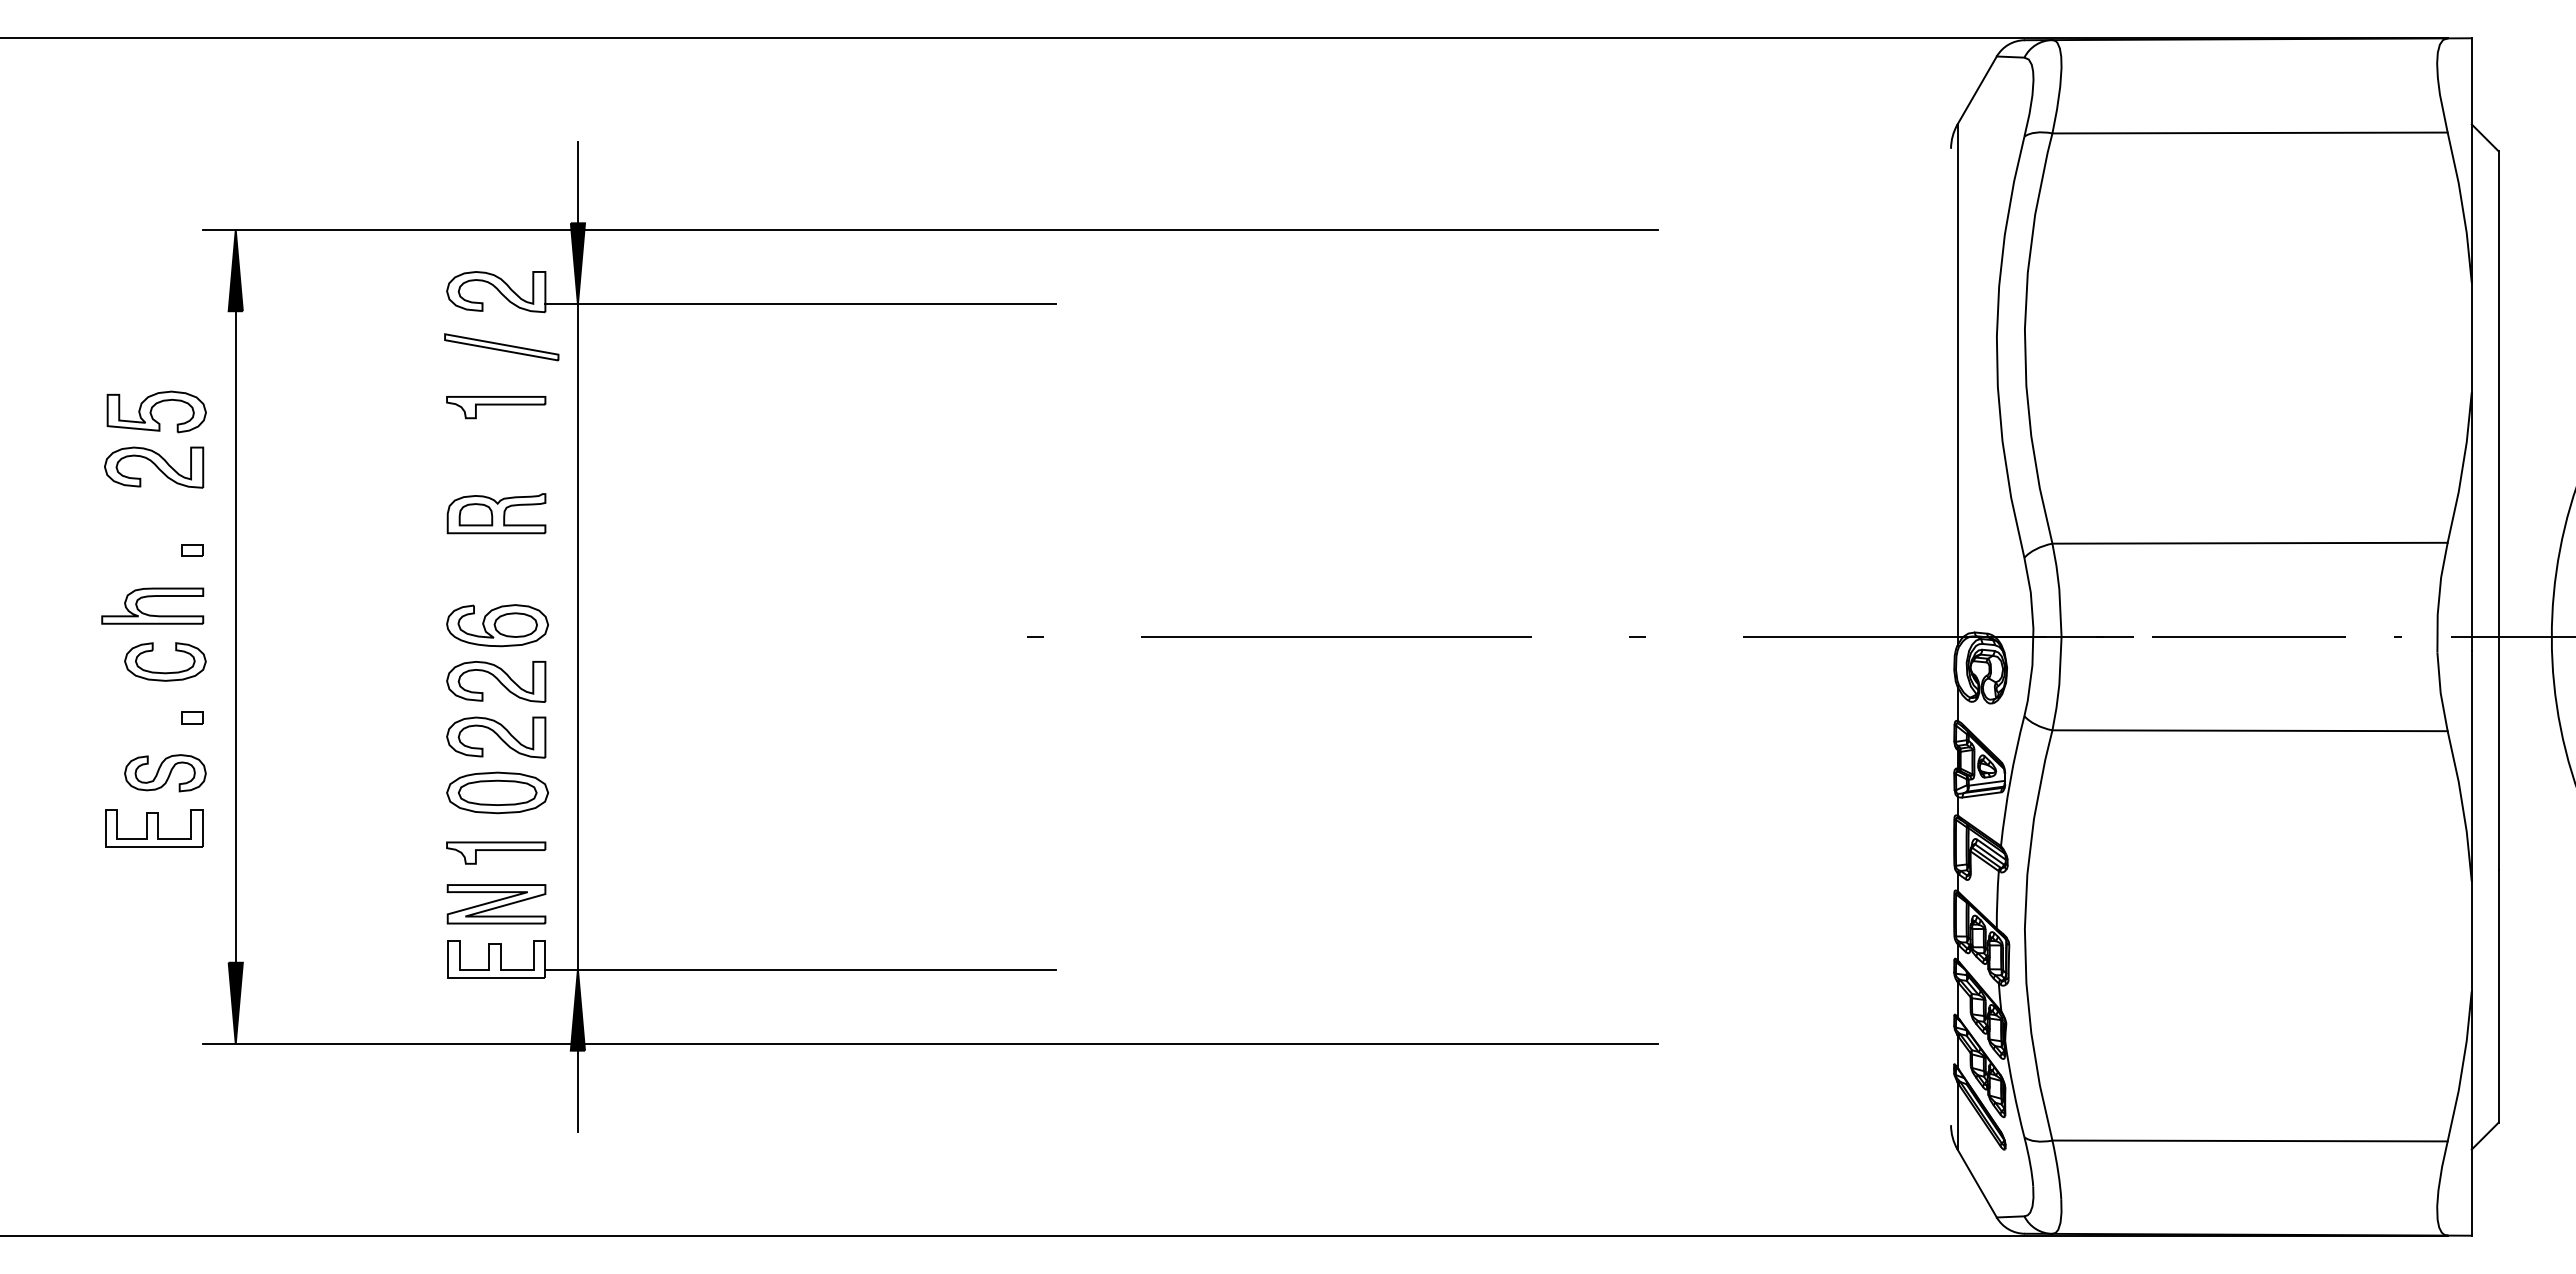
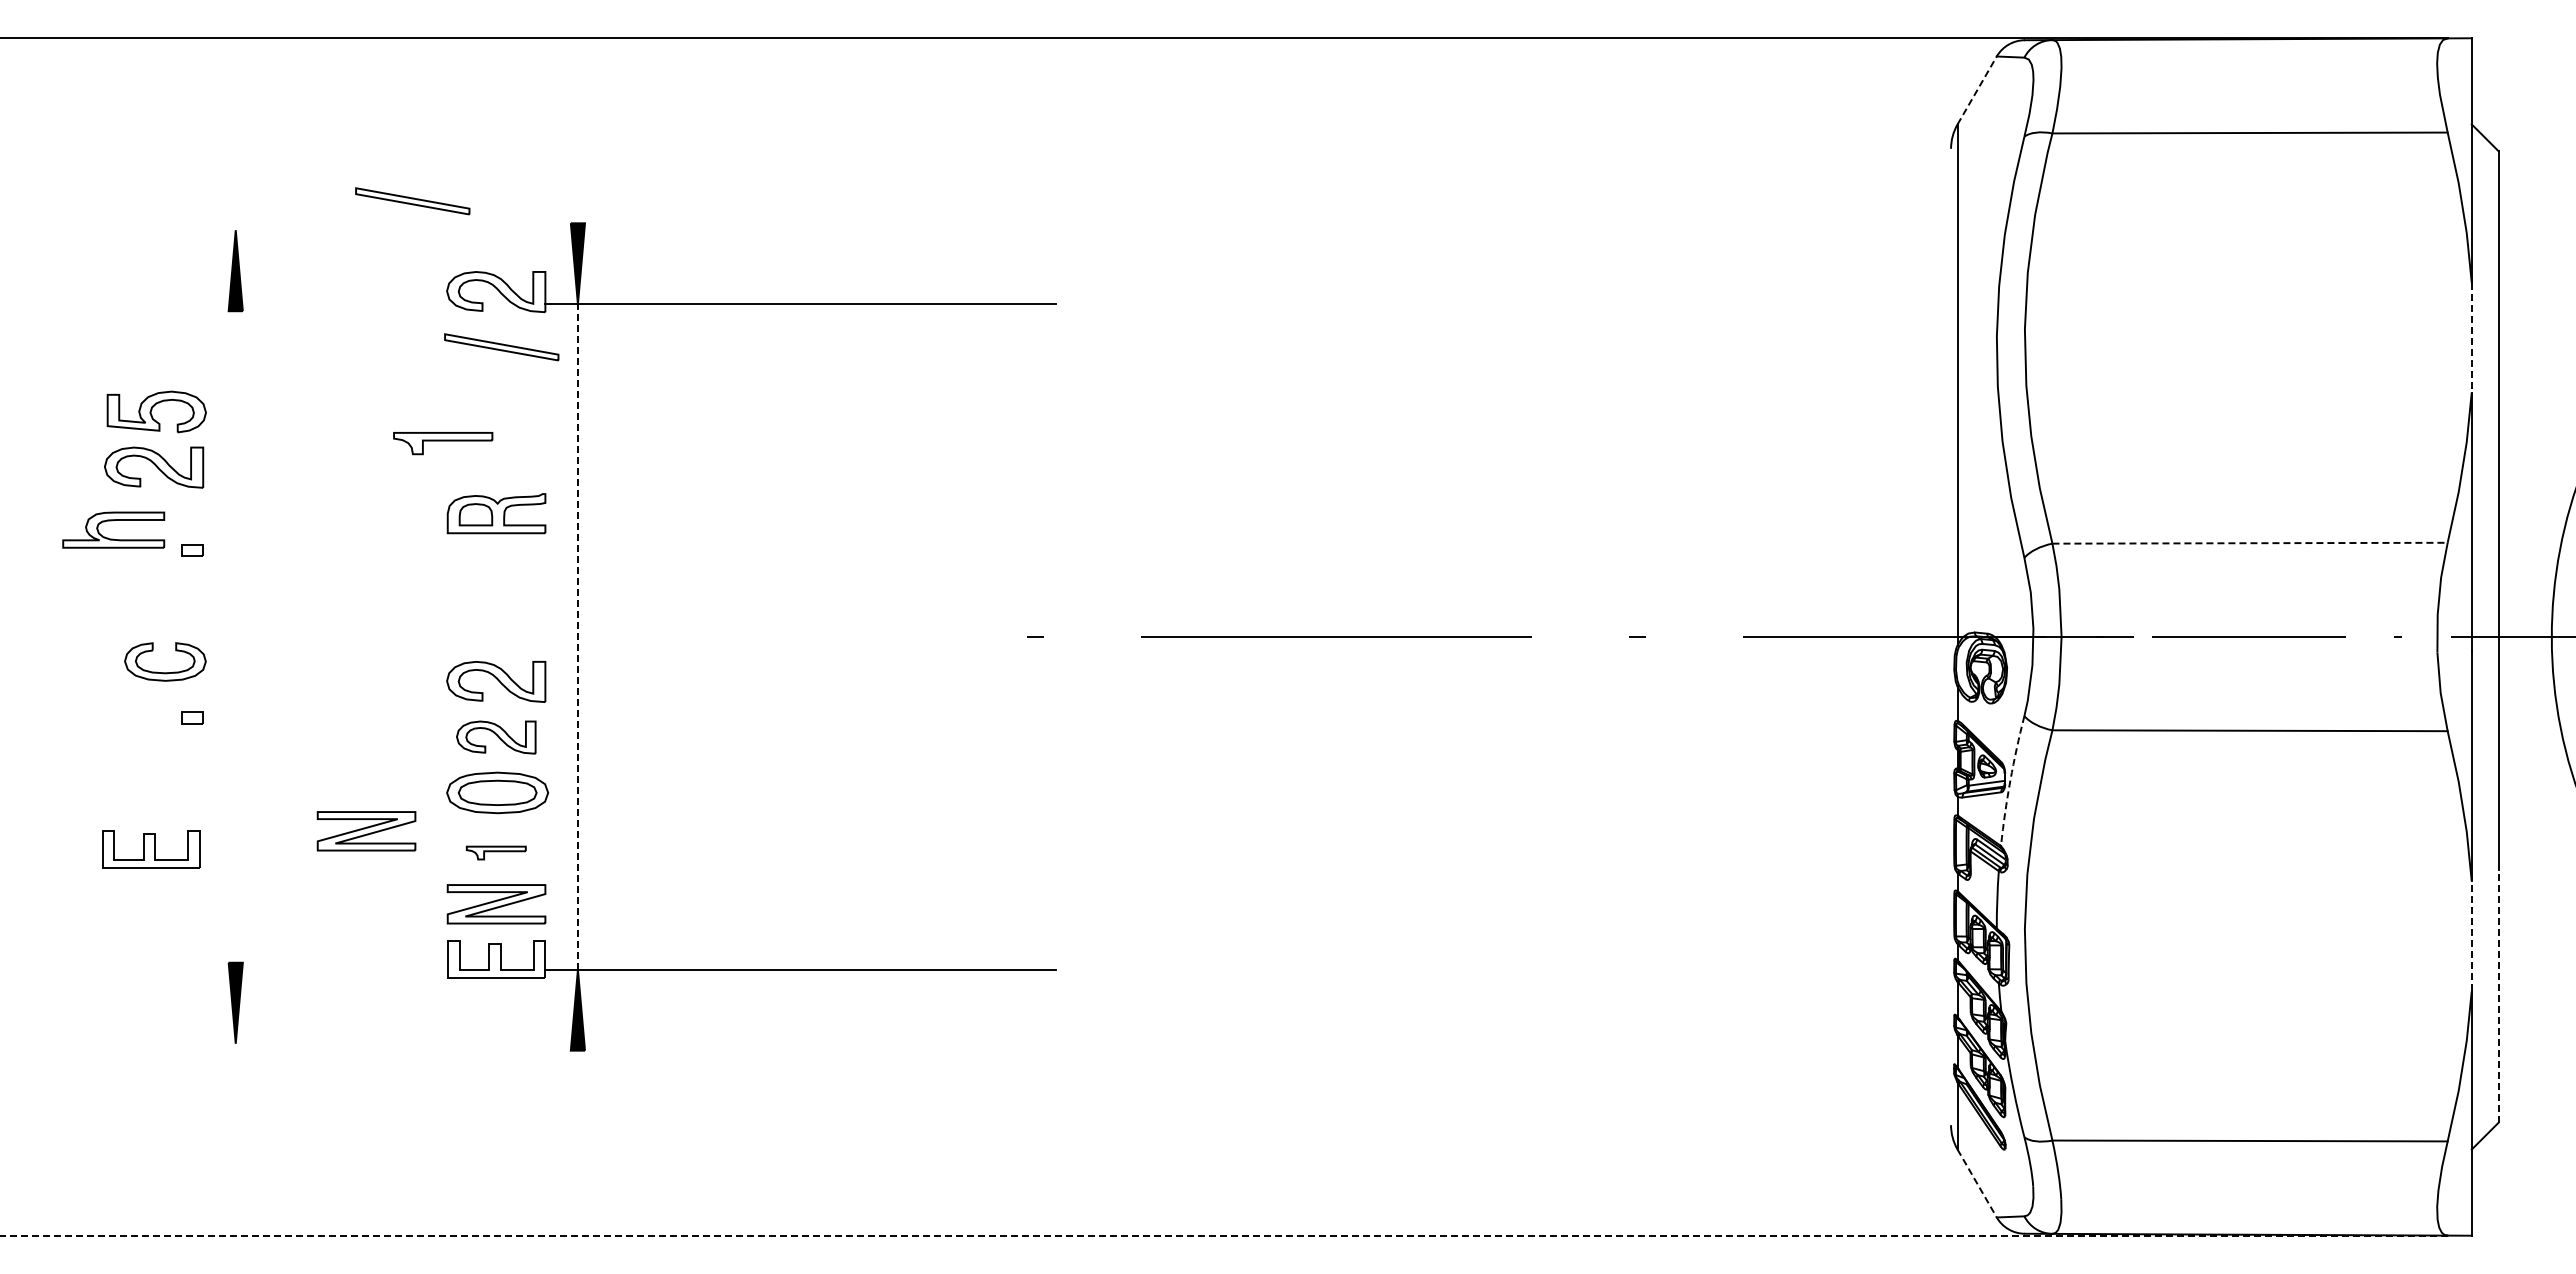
line at (1977, 90): solid -> dashed
line at (577, 182): present -> none
part at (412, 201): none -> present
line at (930, 230): present -> none
line at (2471, 337): solid -> dashed
part at (496, 407) position: (496, 407) -> (443, 443)
line at (2250, 543): solid -> dashed
part at (152, 597) position: (152, 597) -> (113, 521)
part at (497, 625): present -> none
line at (235, 636): present -> none
line at (577, 636): solid -> dashed
part at (496, 737) size: 101x43 px -> 81x35 px
part at (165, 773): present -> none
arc at (2010, 780): solid -> dashed
part at (154, 828) position: (154, 828) -> (151, 849)
part at (366, 831): none -> present
part at (496, 852) size: 101x24 px -> 62x16 px
line at (2471, 936): solid -> dashed
line at (2498, 995): solid -> dashed
line at (930, 1043): present -> none
line at (577, 1091): present -> none
line at (1977, 1183): solid -> dashed
line at (1223, 1235): solid -> dashed
